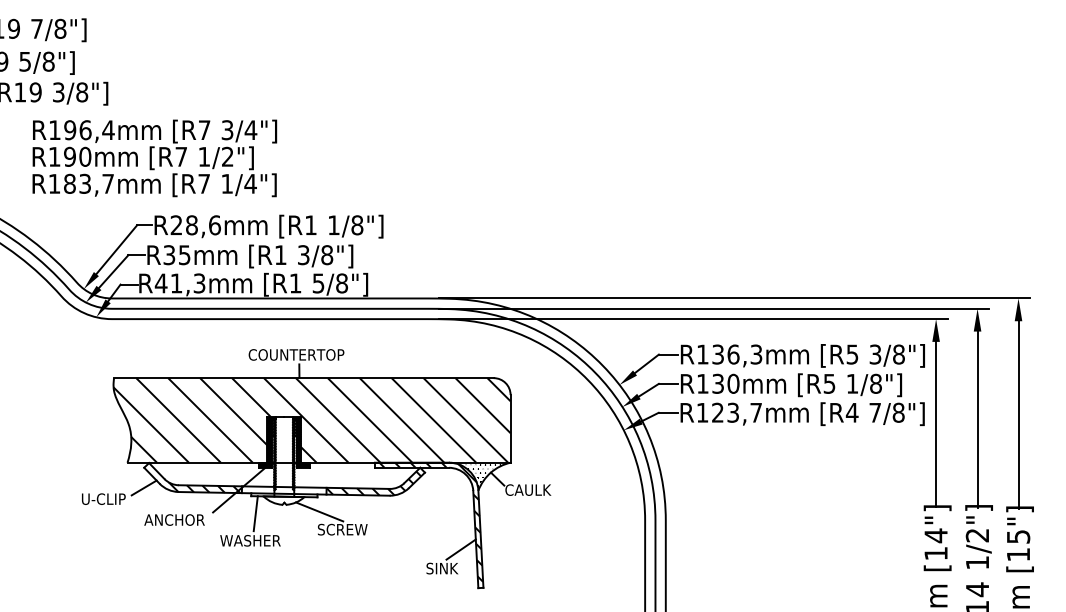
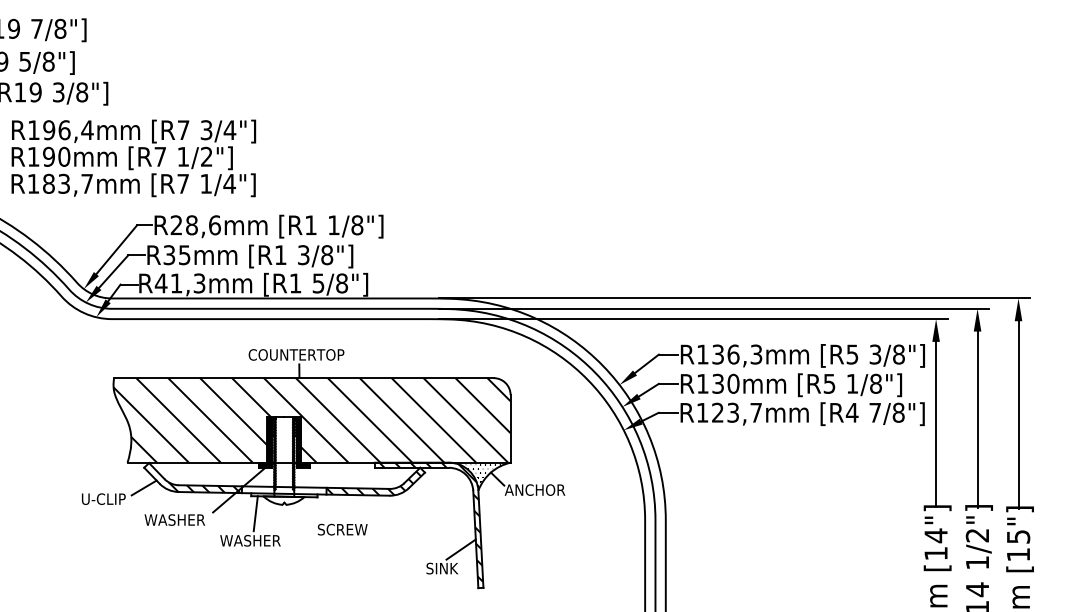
text at (154, 158) position: (154, 158) -> (133, 158)
text at (534, 489): CAULK -> ANCHOR
line at (319, 511): present -> none
text at (174, 519): ANCHOR -> WASHER
